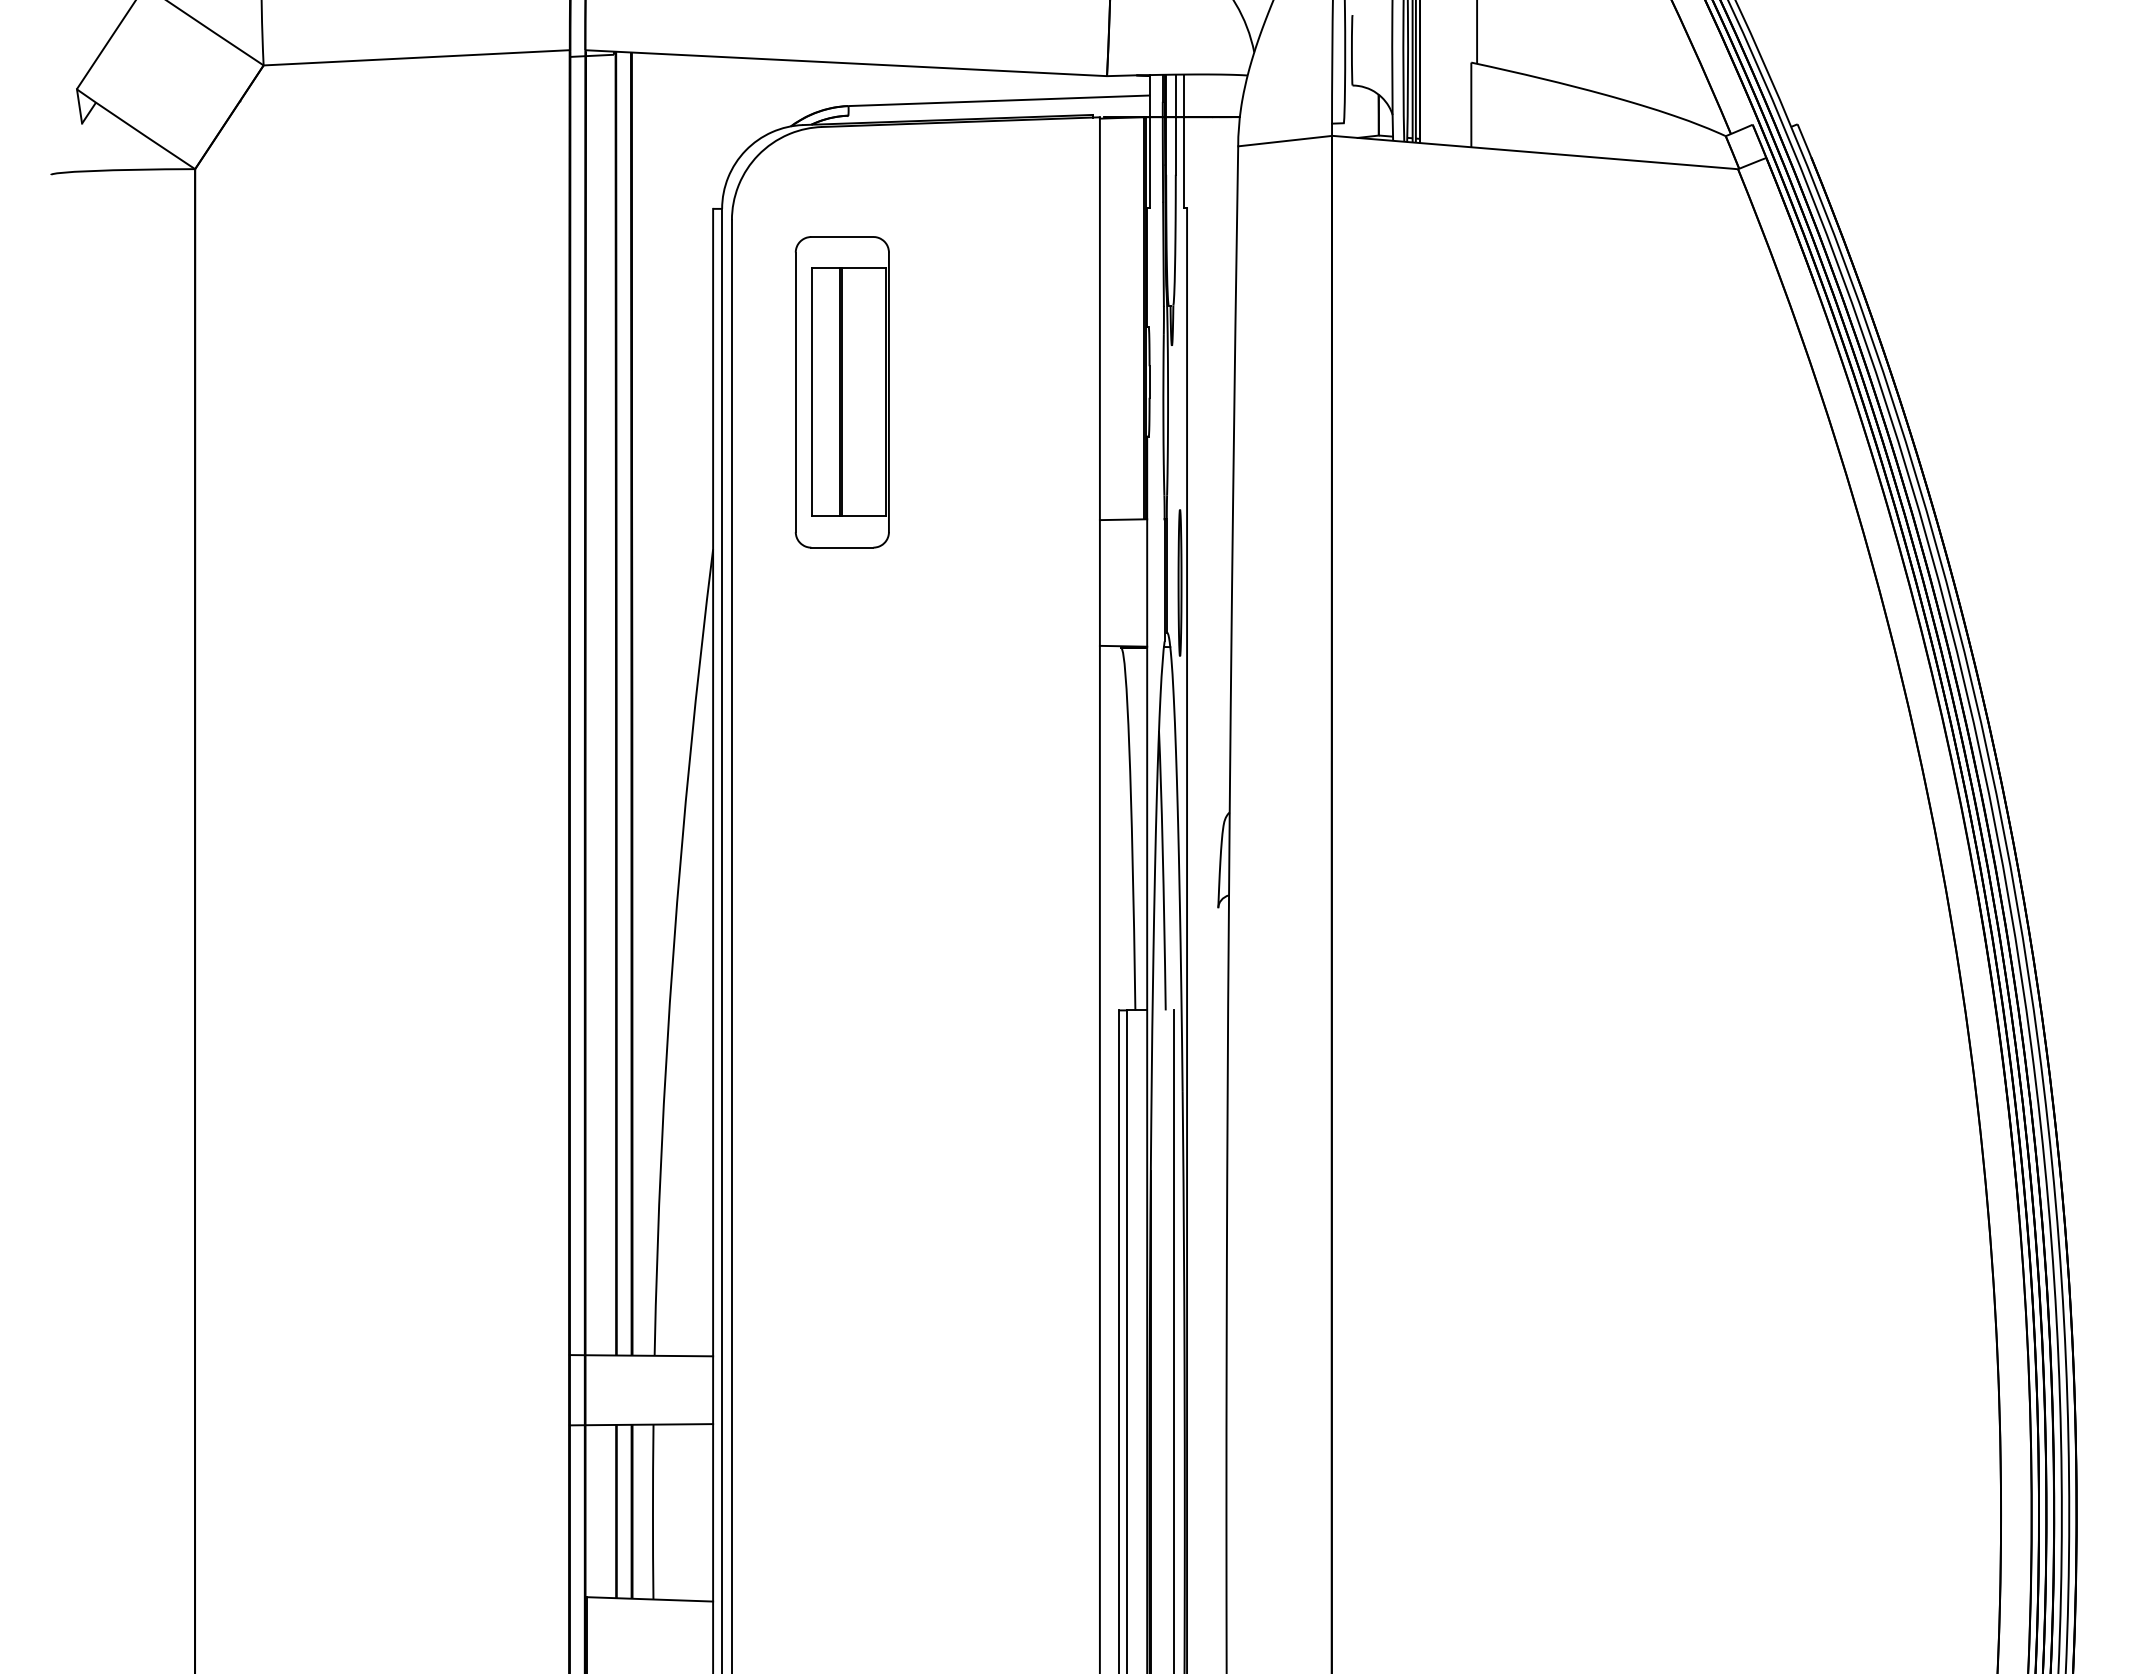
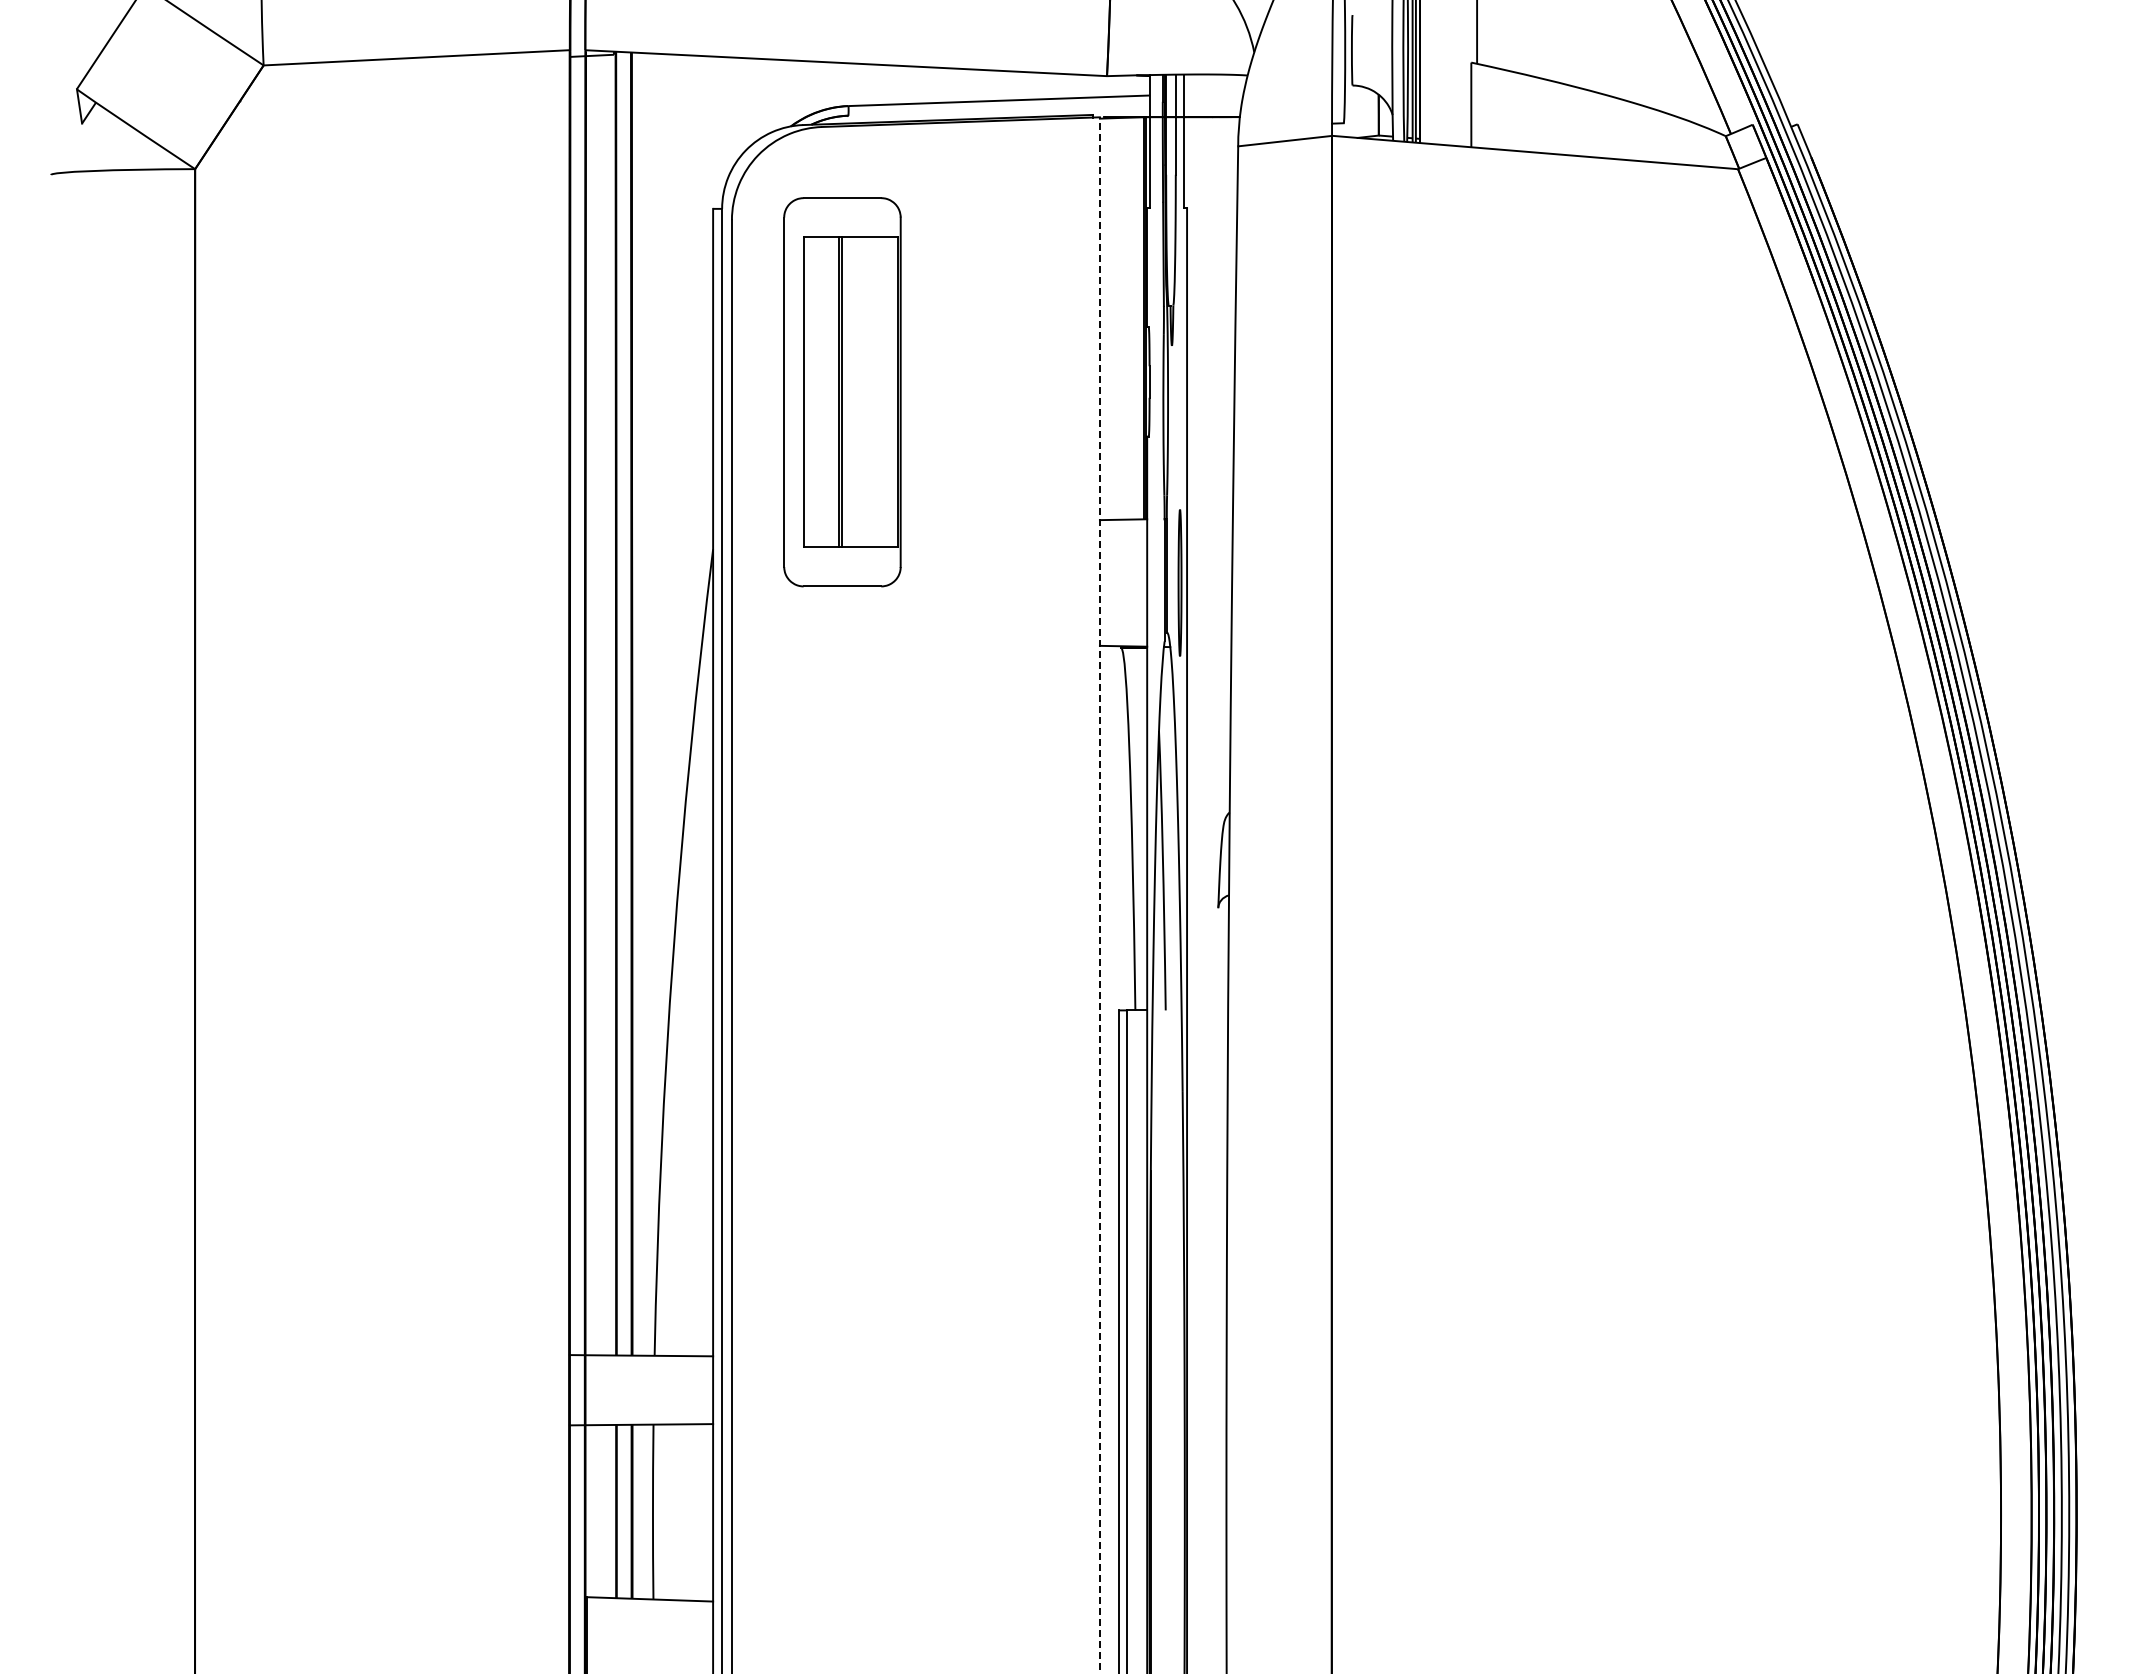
part at (841, 392) size: 96x313 px -> 119x391 px
line at (1099, 895): solid -> dashed
line at (1174, 1340): present -> none
